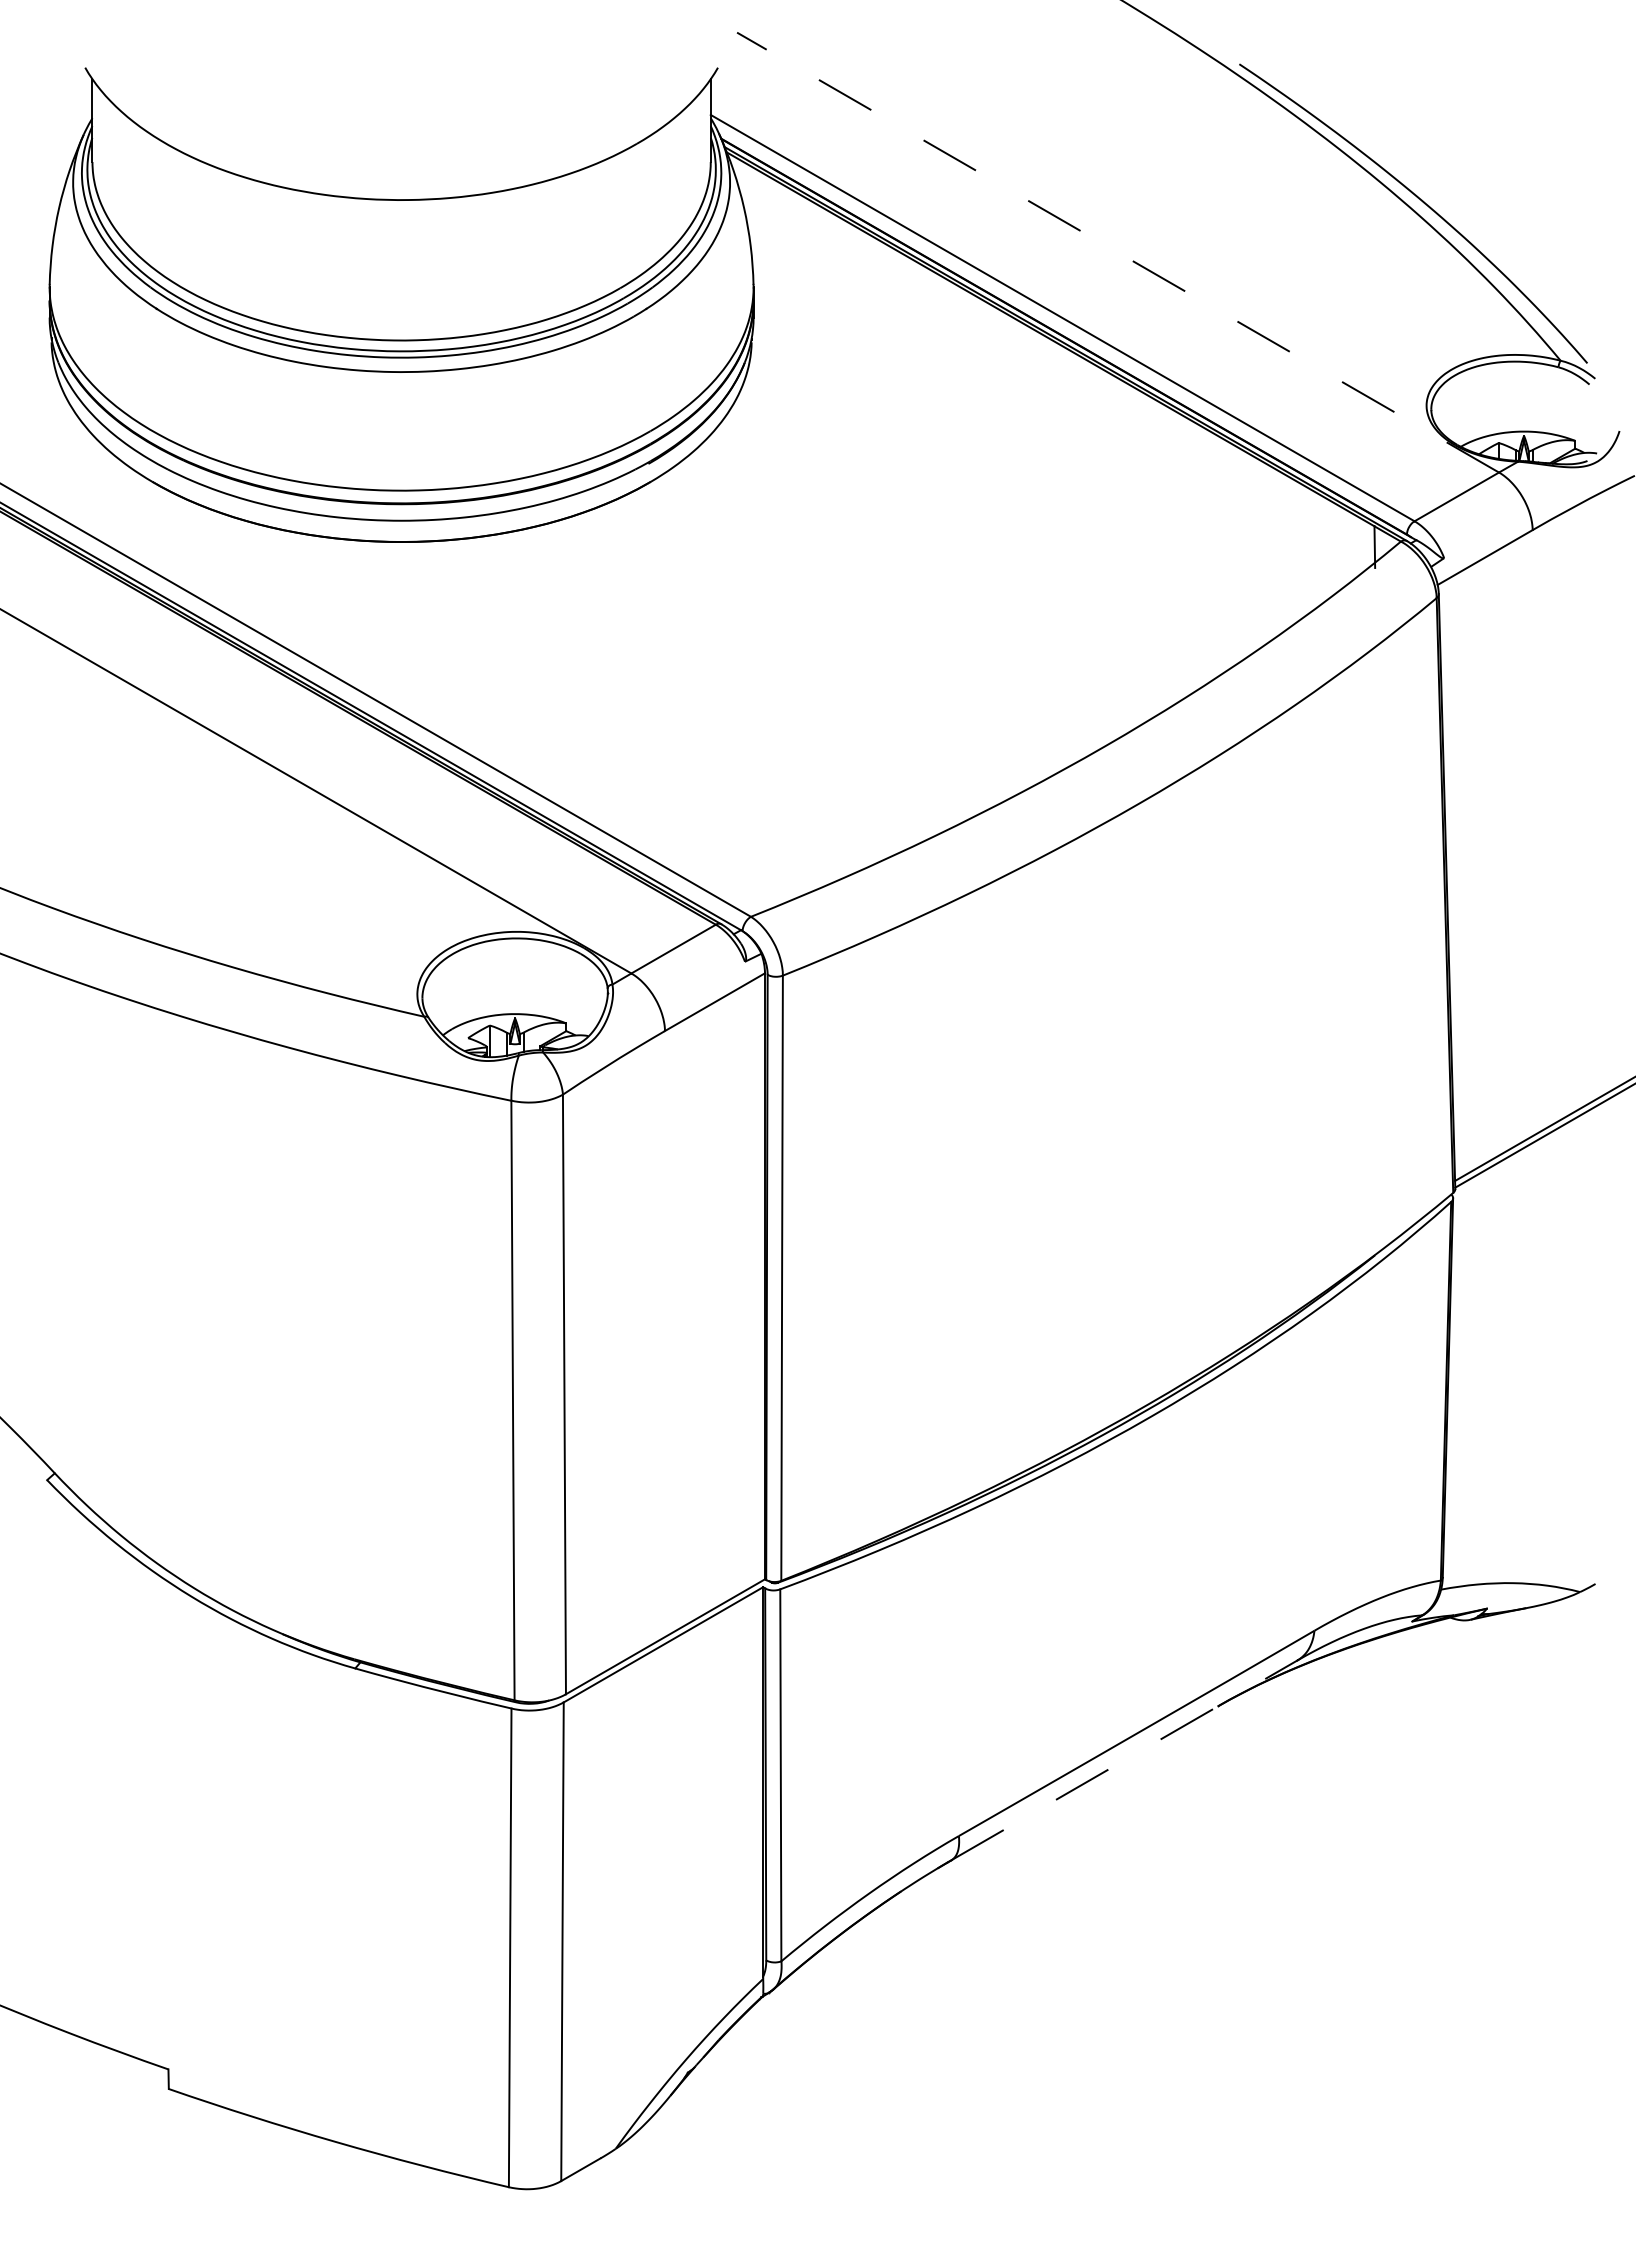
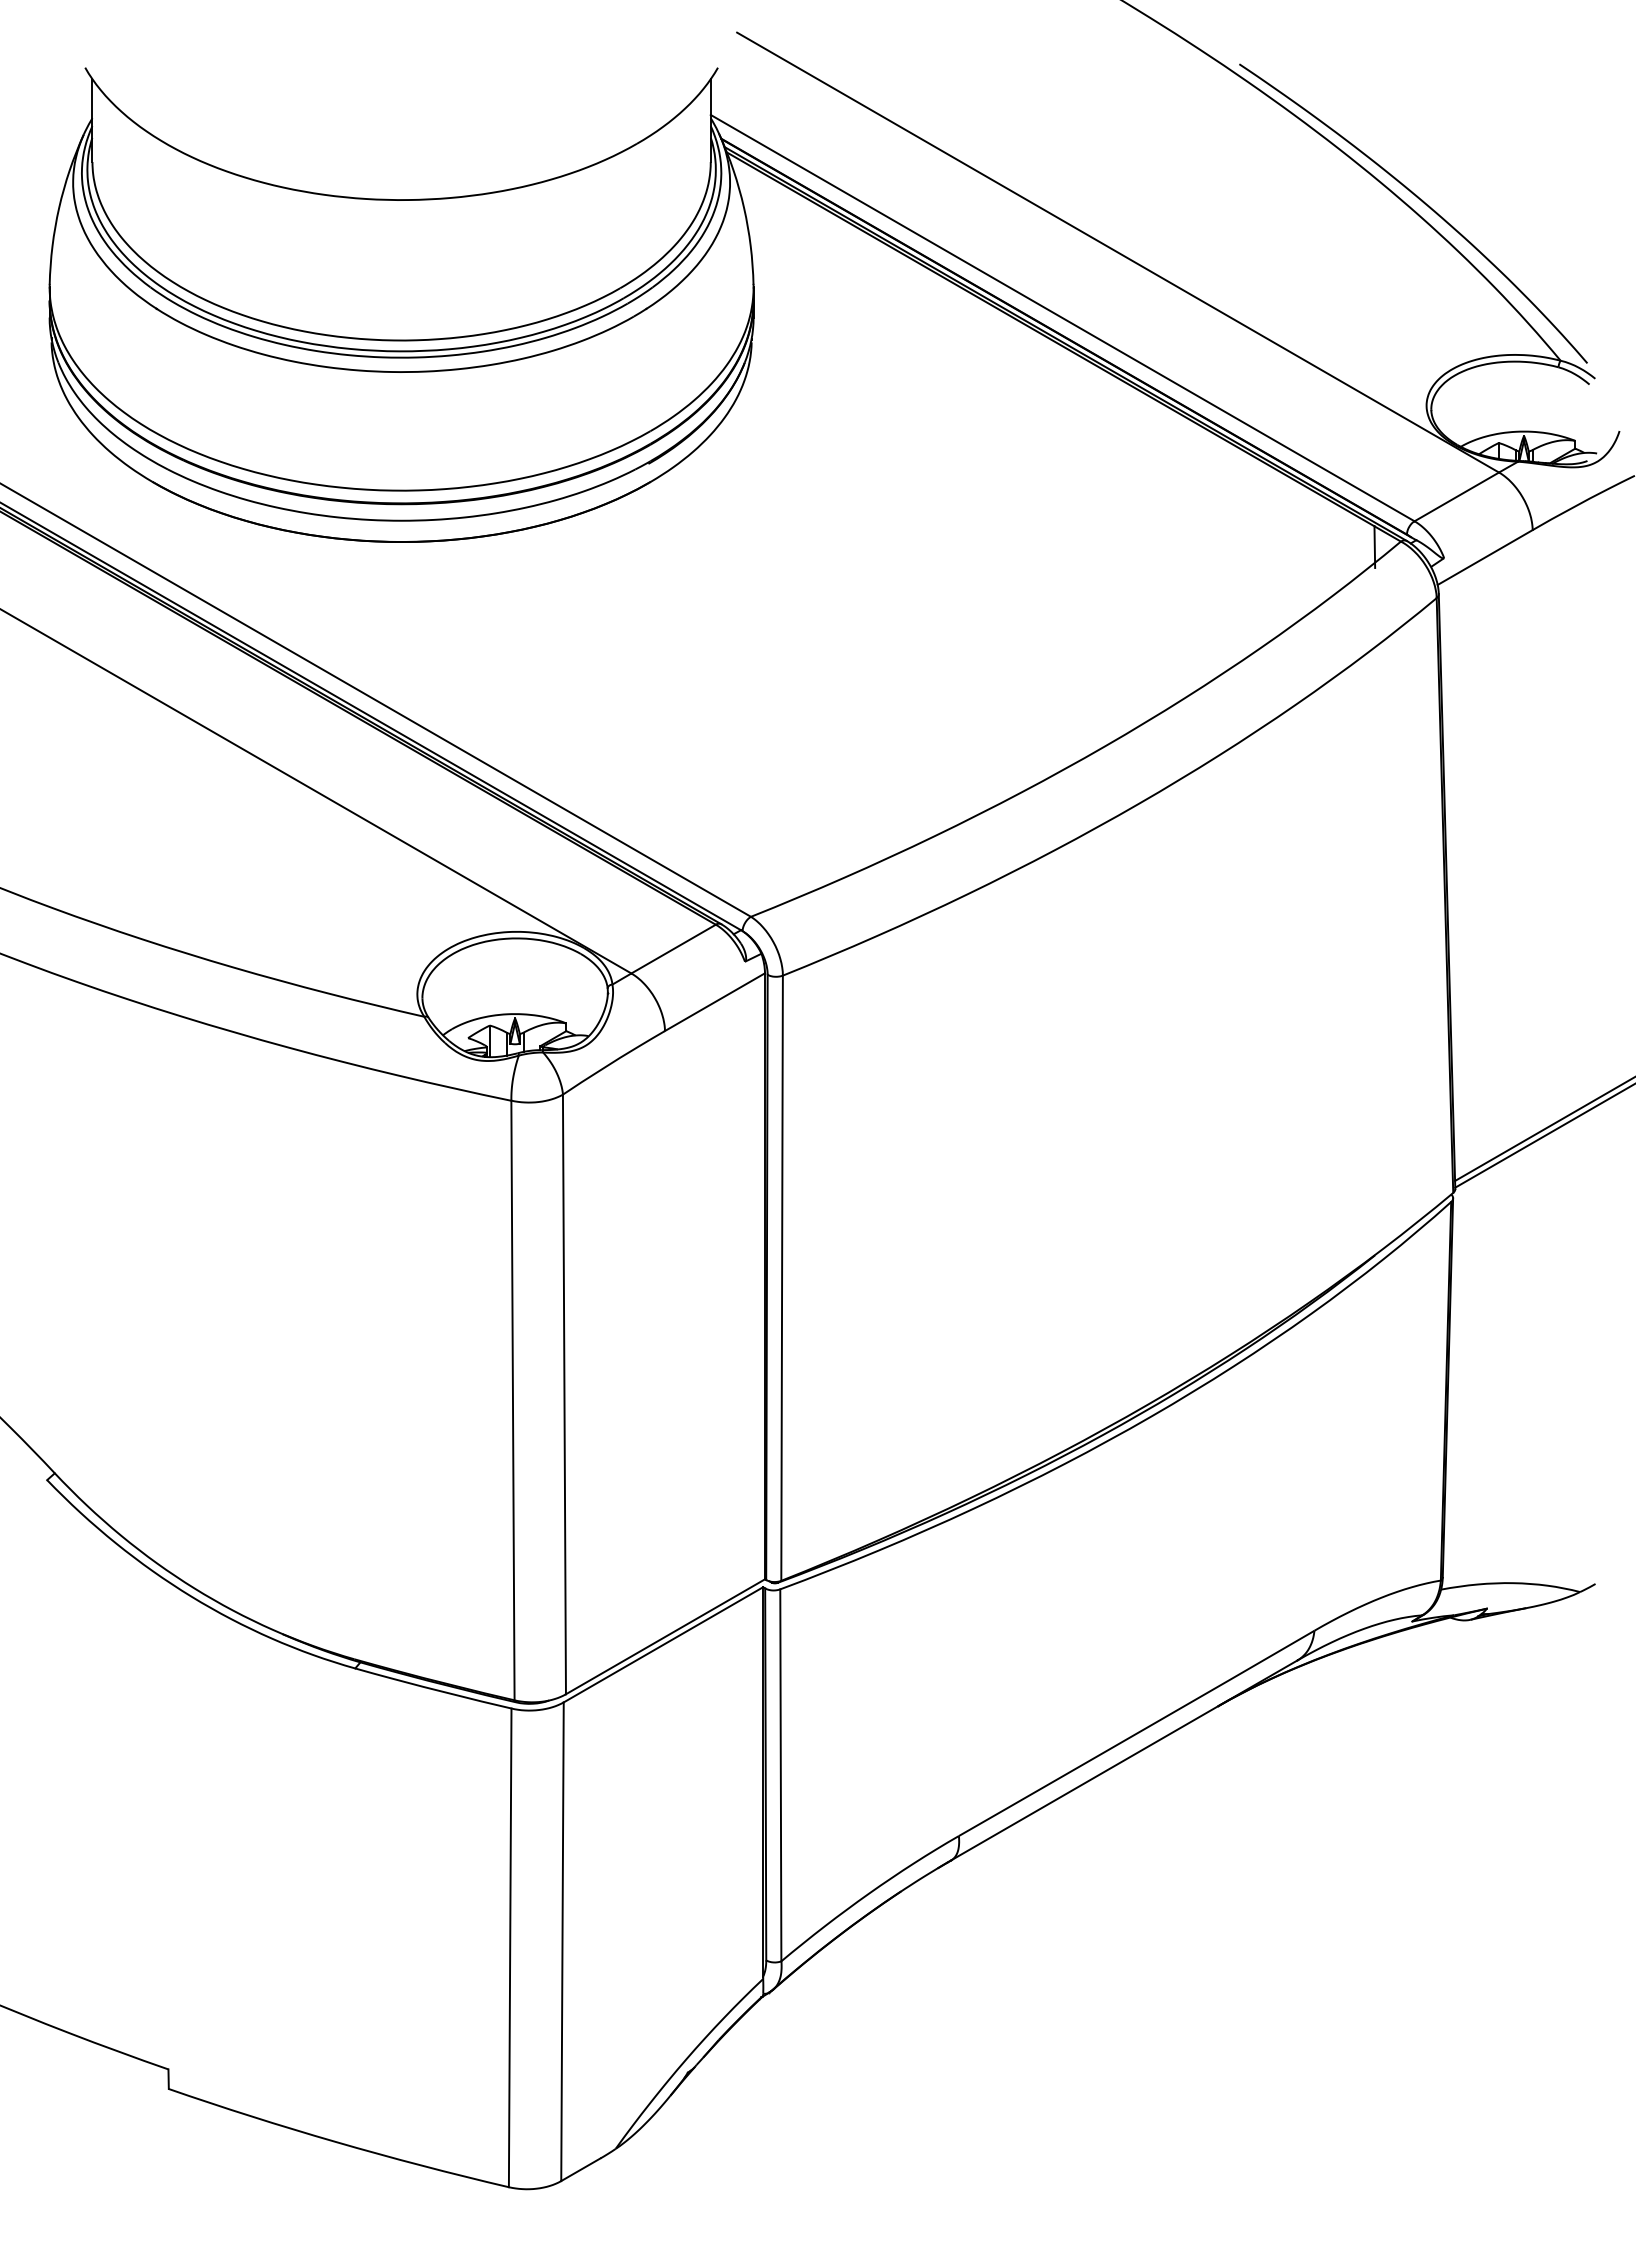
line at (1118, 252): dashed -> solid
line at (1124, 1760): dashed -> solid
